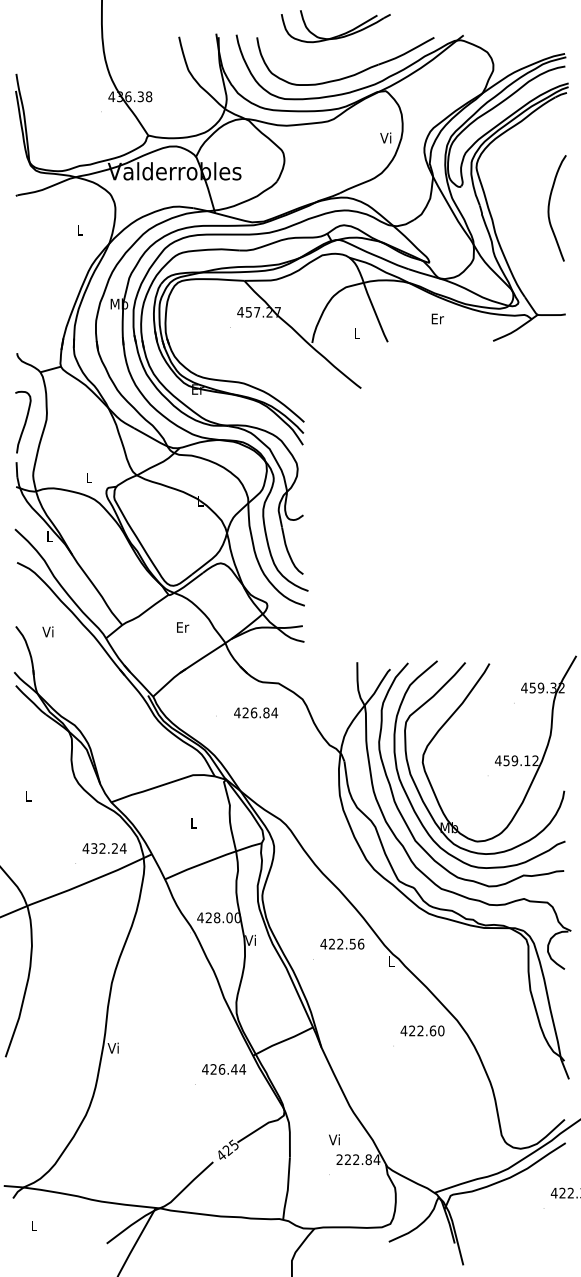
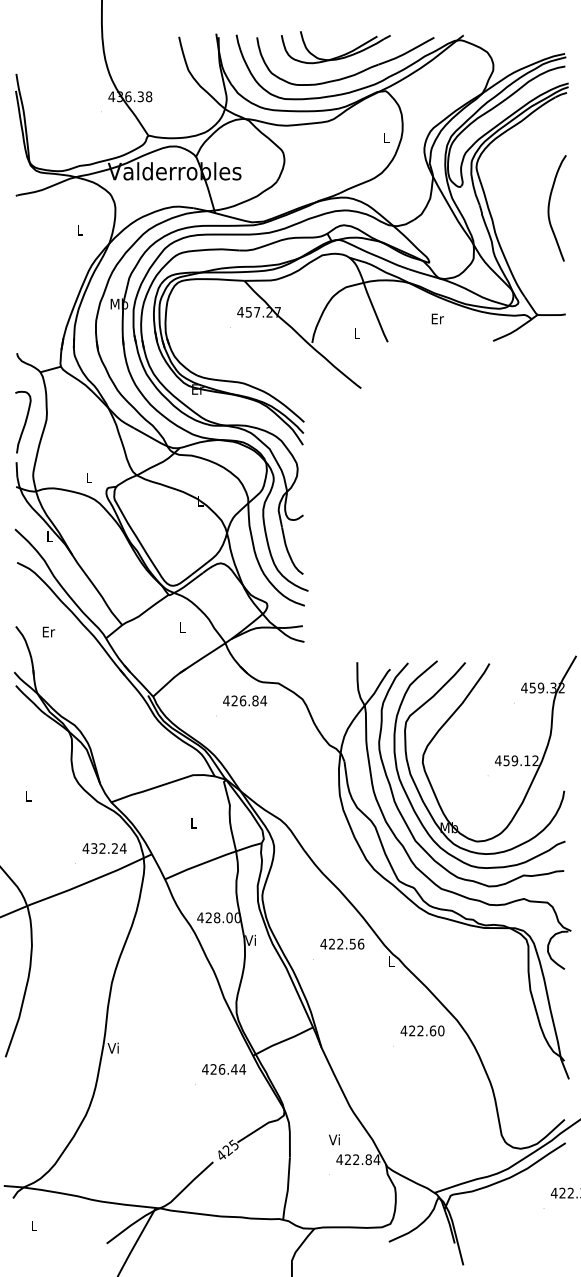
part at (339, 34) position: (339, 34) -> (339, 55)
text at (385, 137): Vi -> L
text at (183, 627): Er -> L
text at (48, 631): Vi -> Er
text at (256, 712) position: (256, 712) -> (245, 700)
text at (339, 1159): 222.84 -> 422.84
